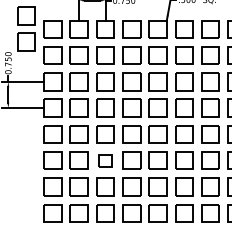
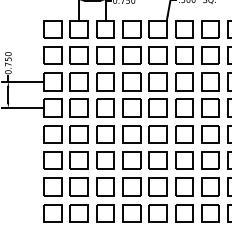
part at (26, 28): present -> none
part at (105, 160) size: 15x14 px -> 19x19 px
